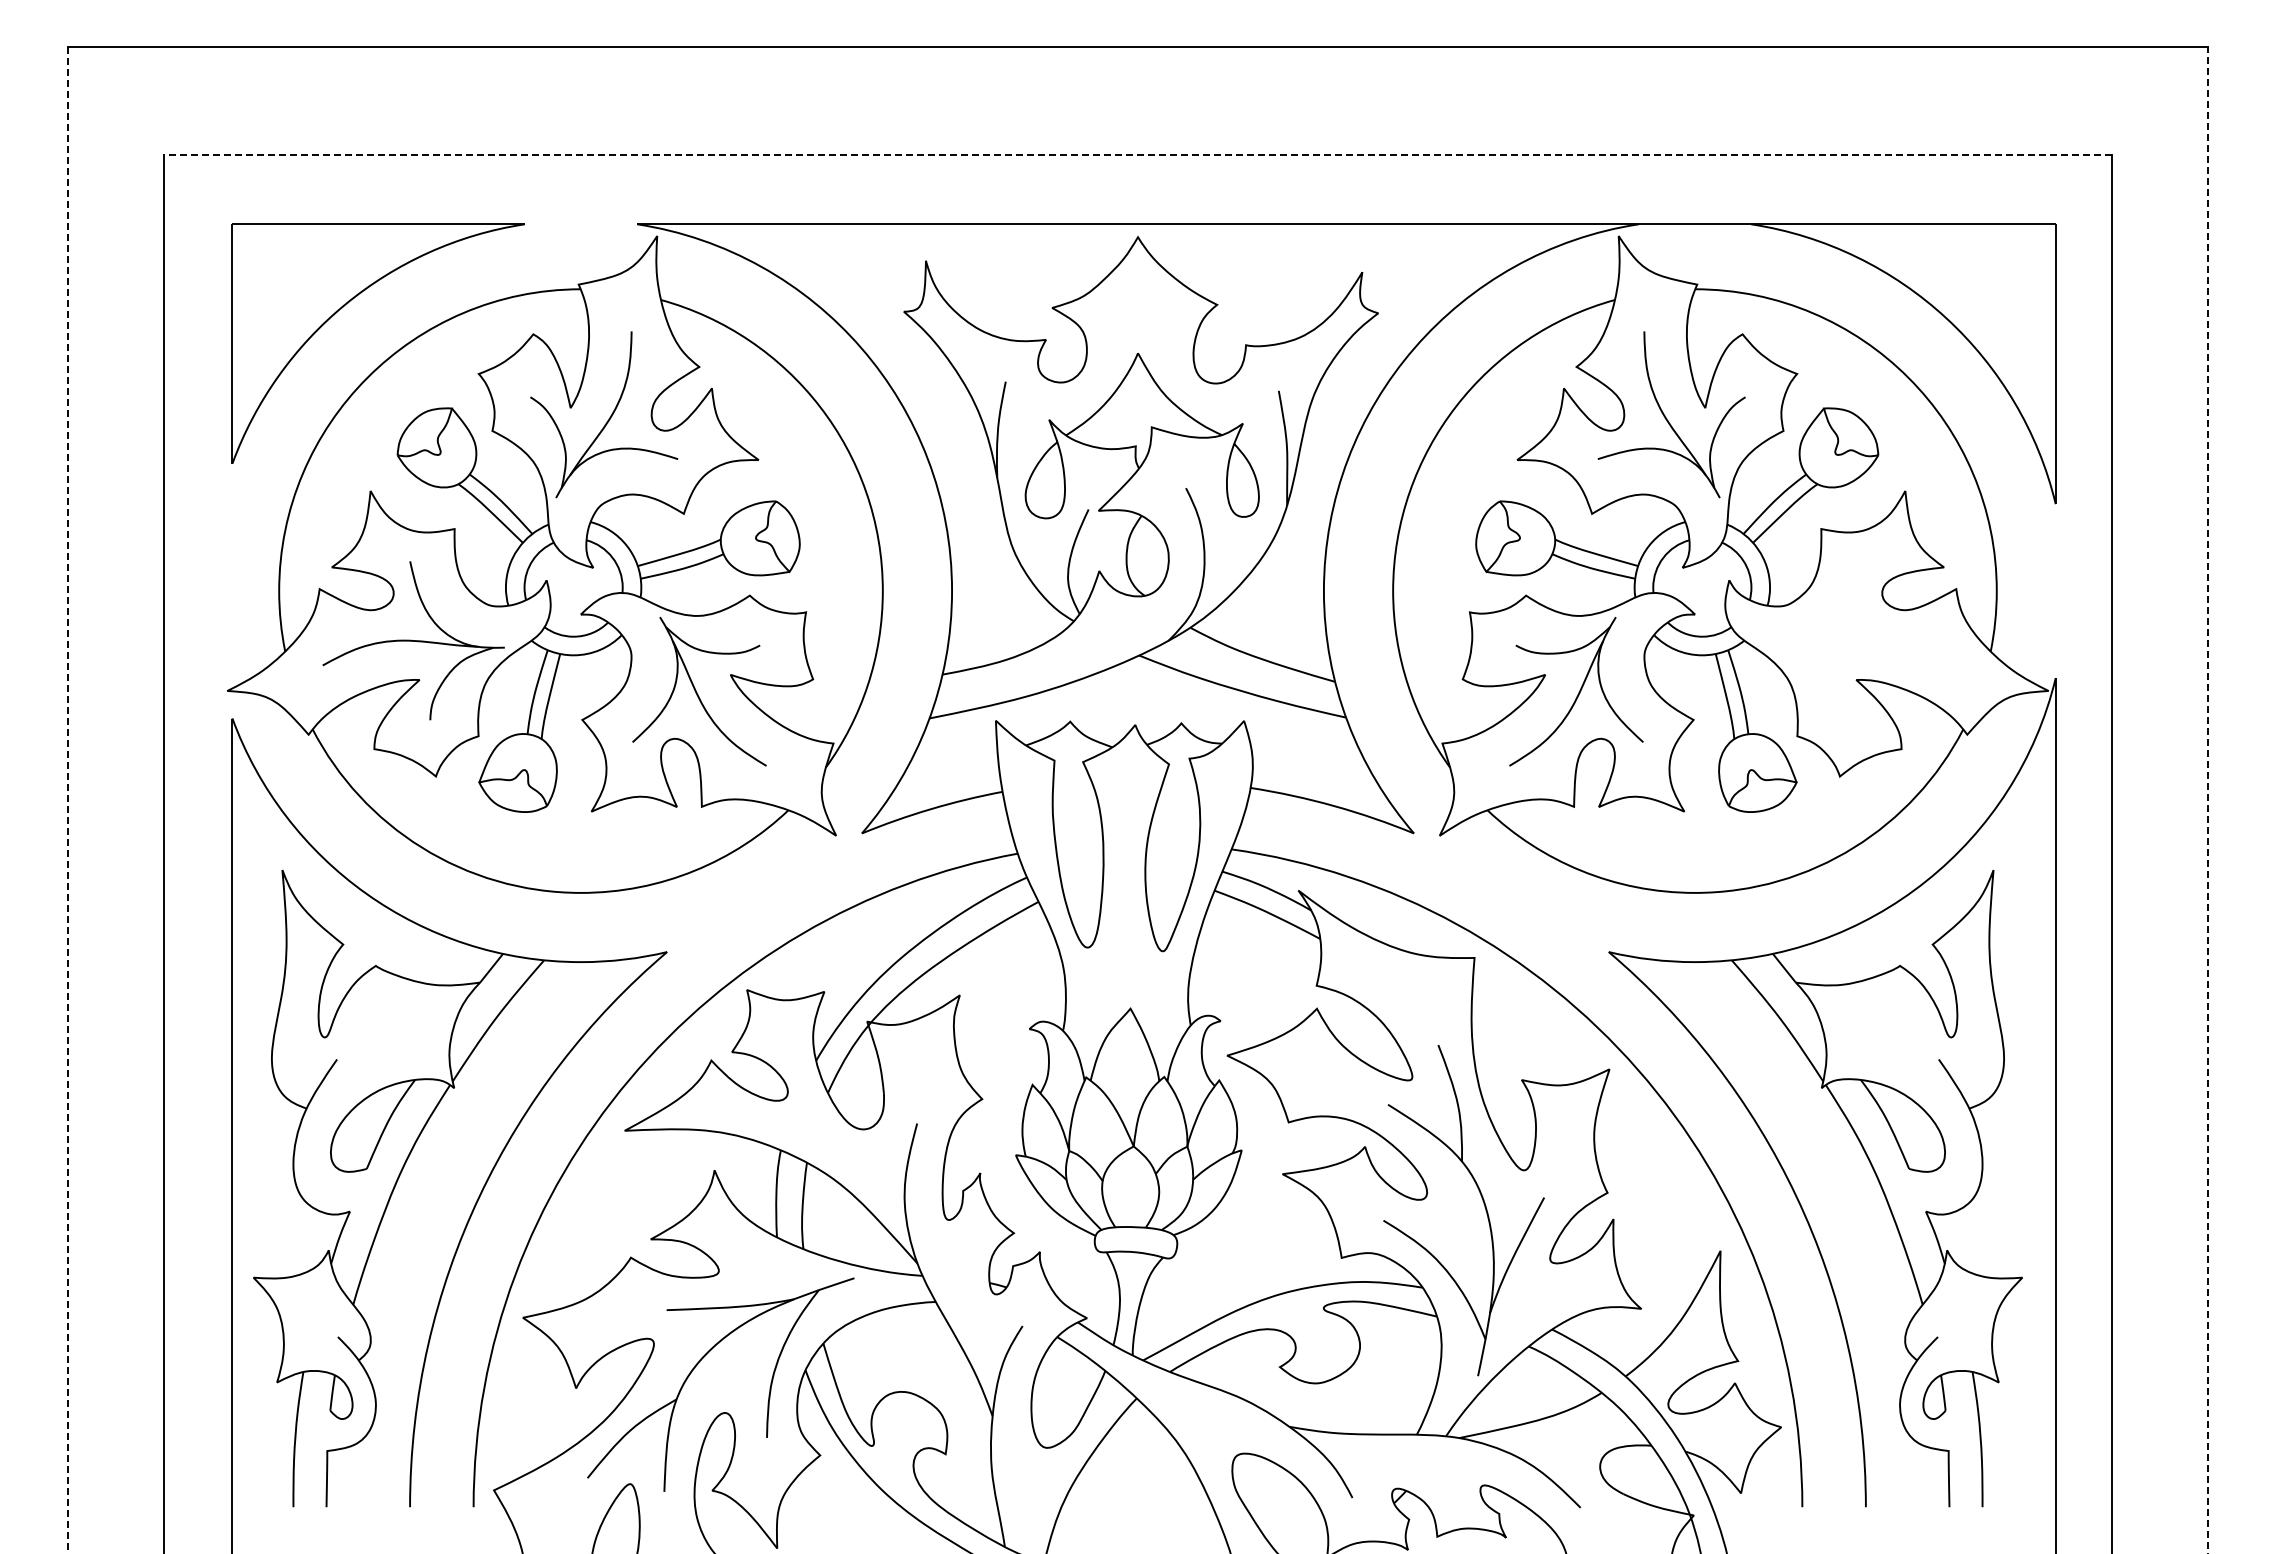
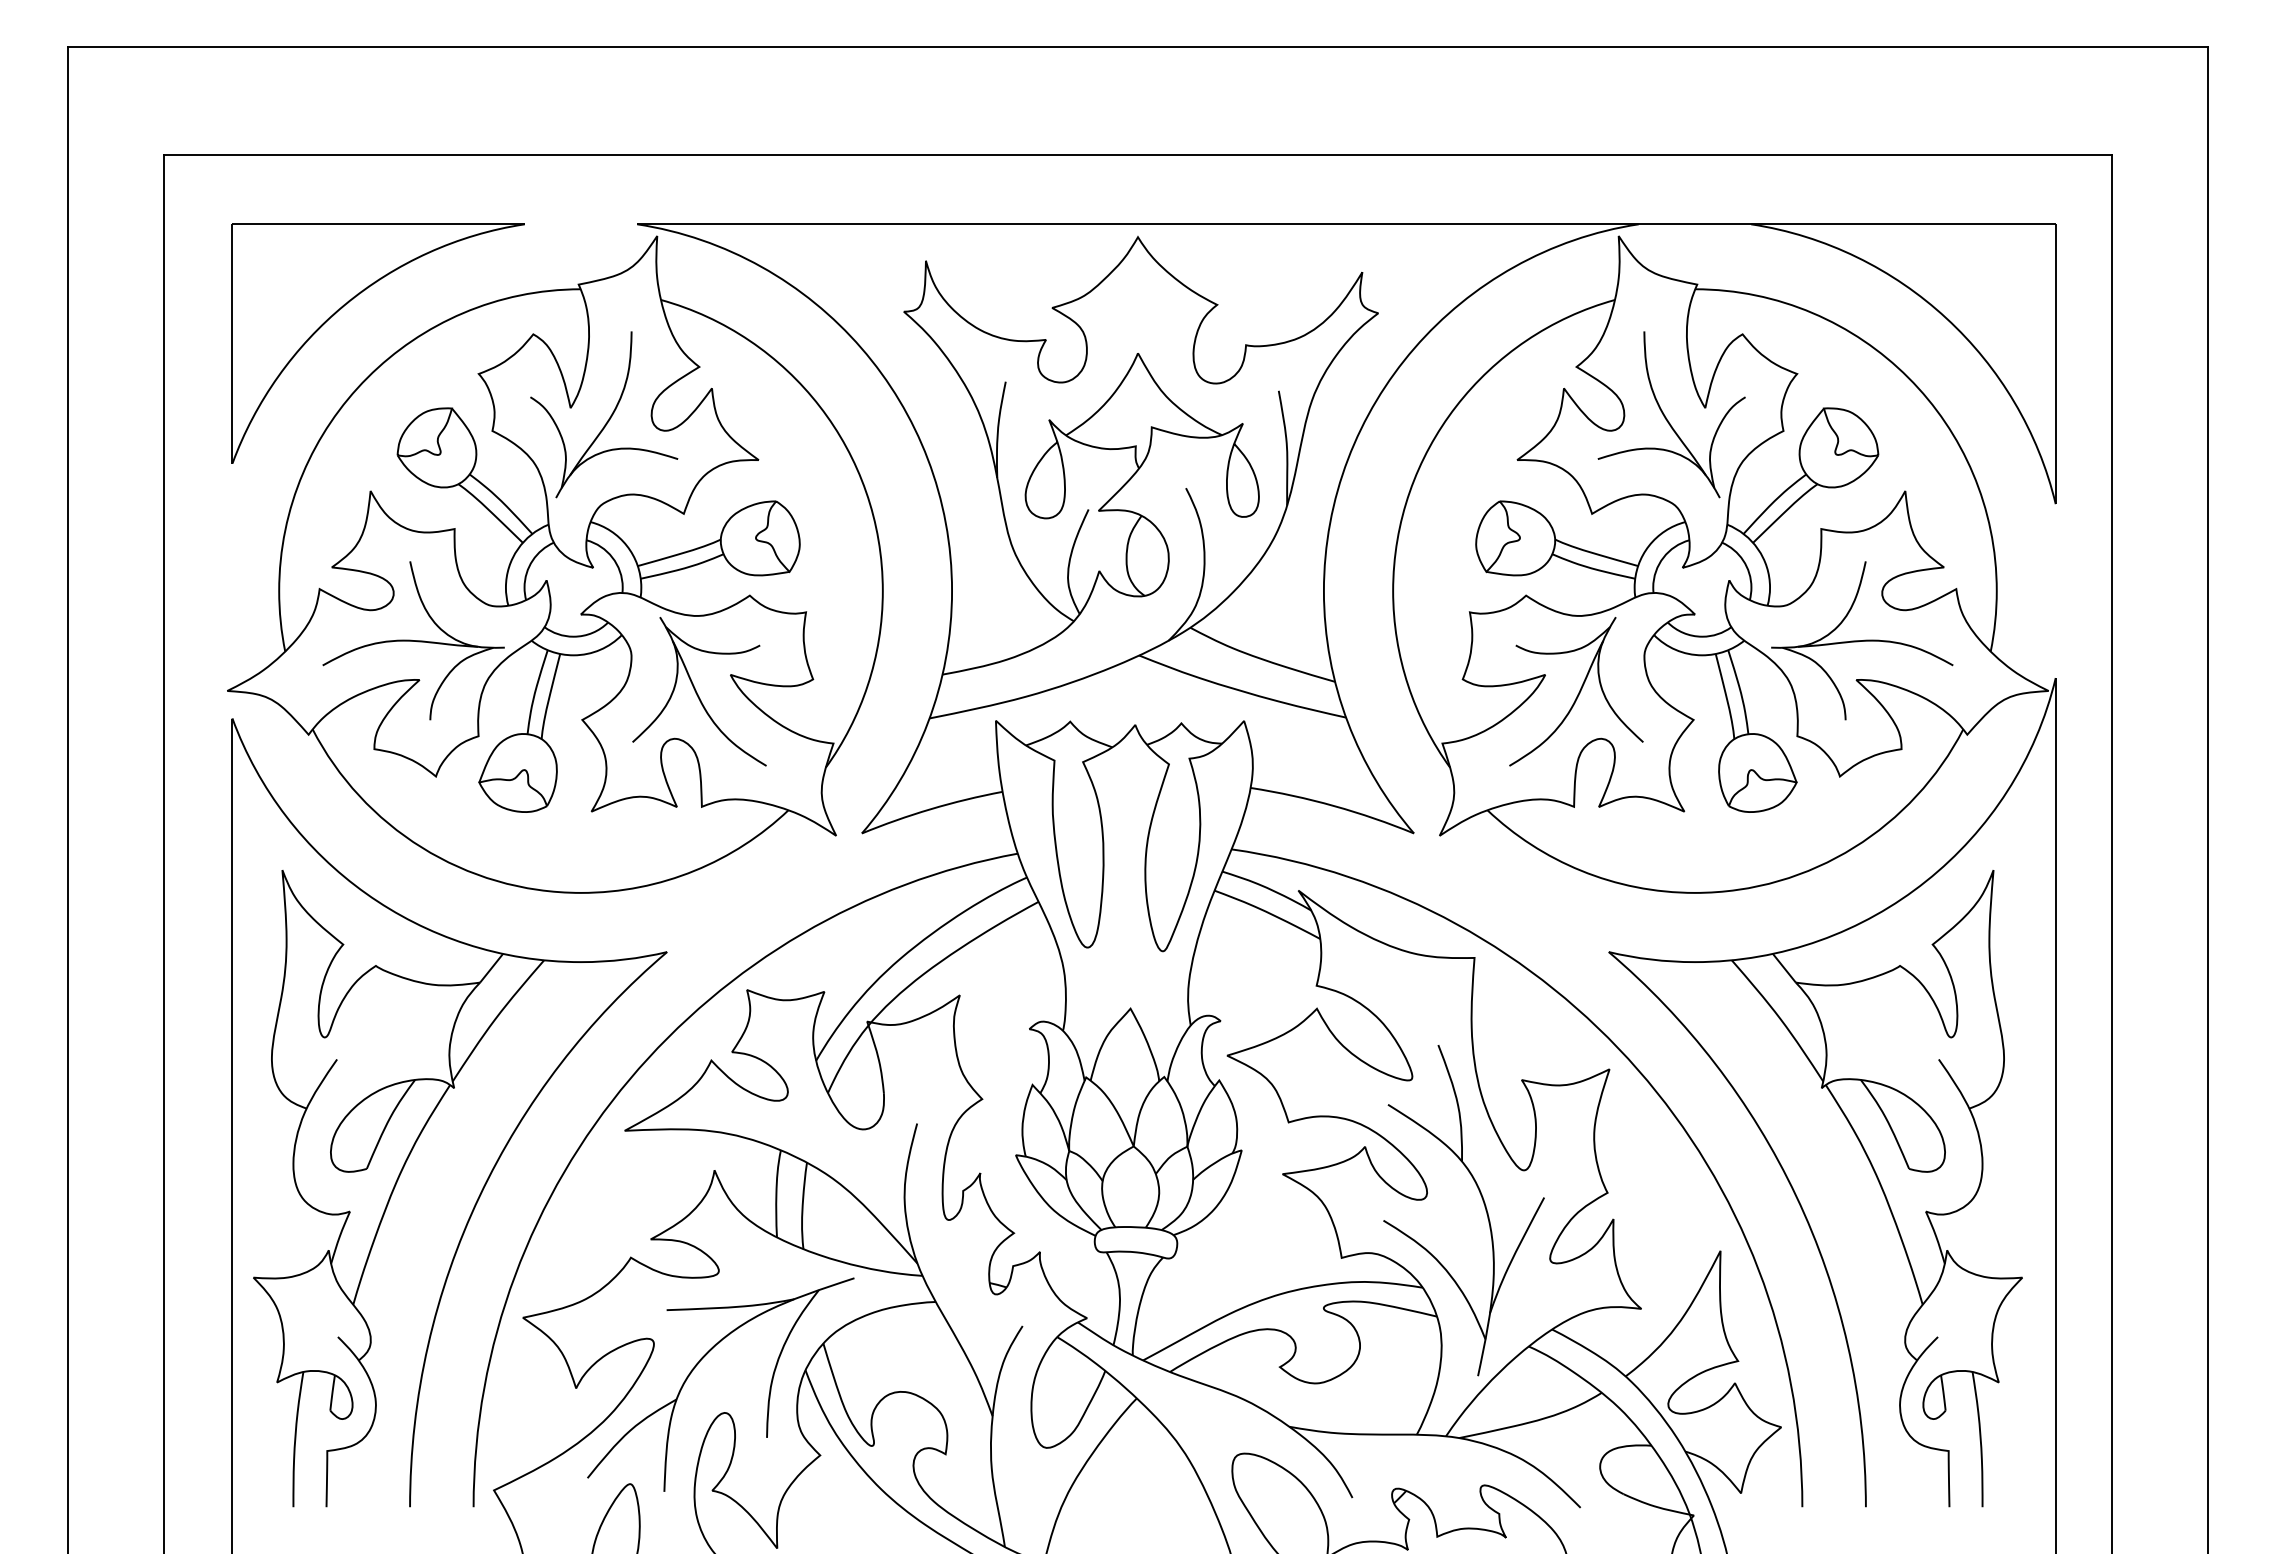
line at (1137, 155): dashed -> solid
part at (1862, 640): none -> present
line at (2207, 799): dashed -> solid
line at (68, 800): dashed -> solid
